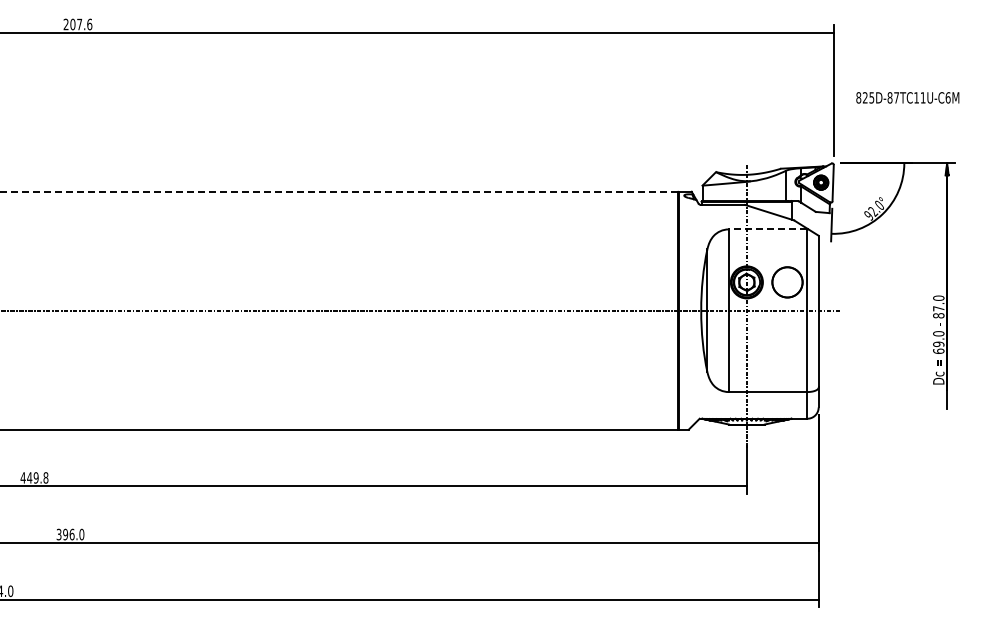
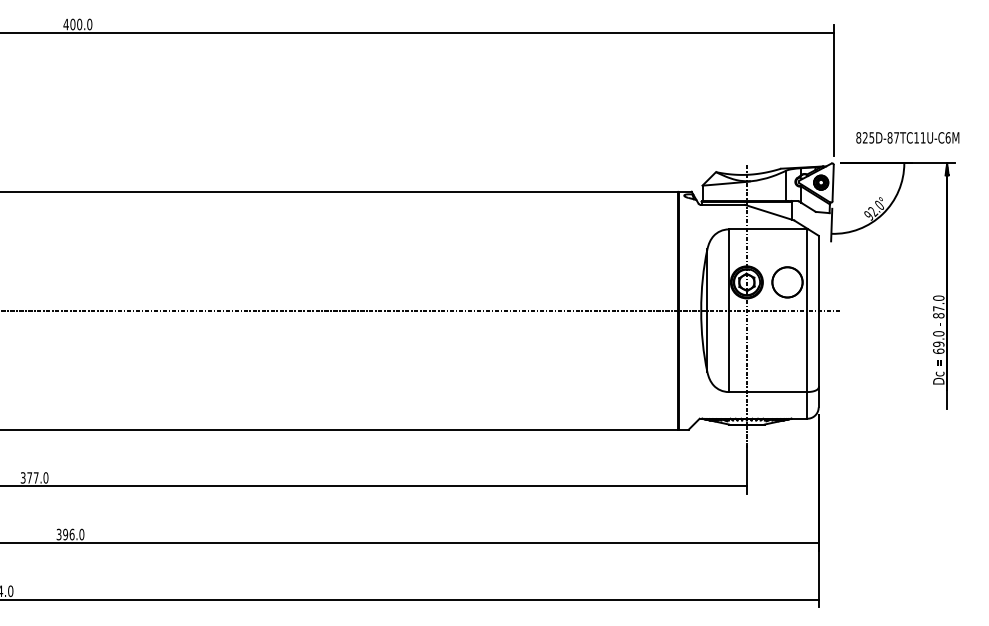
text at (77, 24): 207.6 -> 400.0
text at (907, 97) position: (907, 97) -> (907, 137)
line at (338, 191): dashed -> solid
line at (767, 229): dashed -> solid
text at (34, 477): 449.8 -> 377.0
